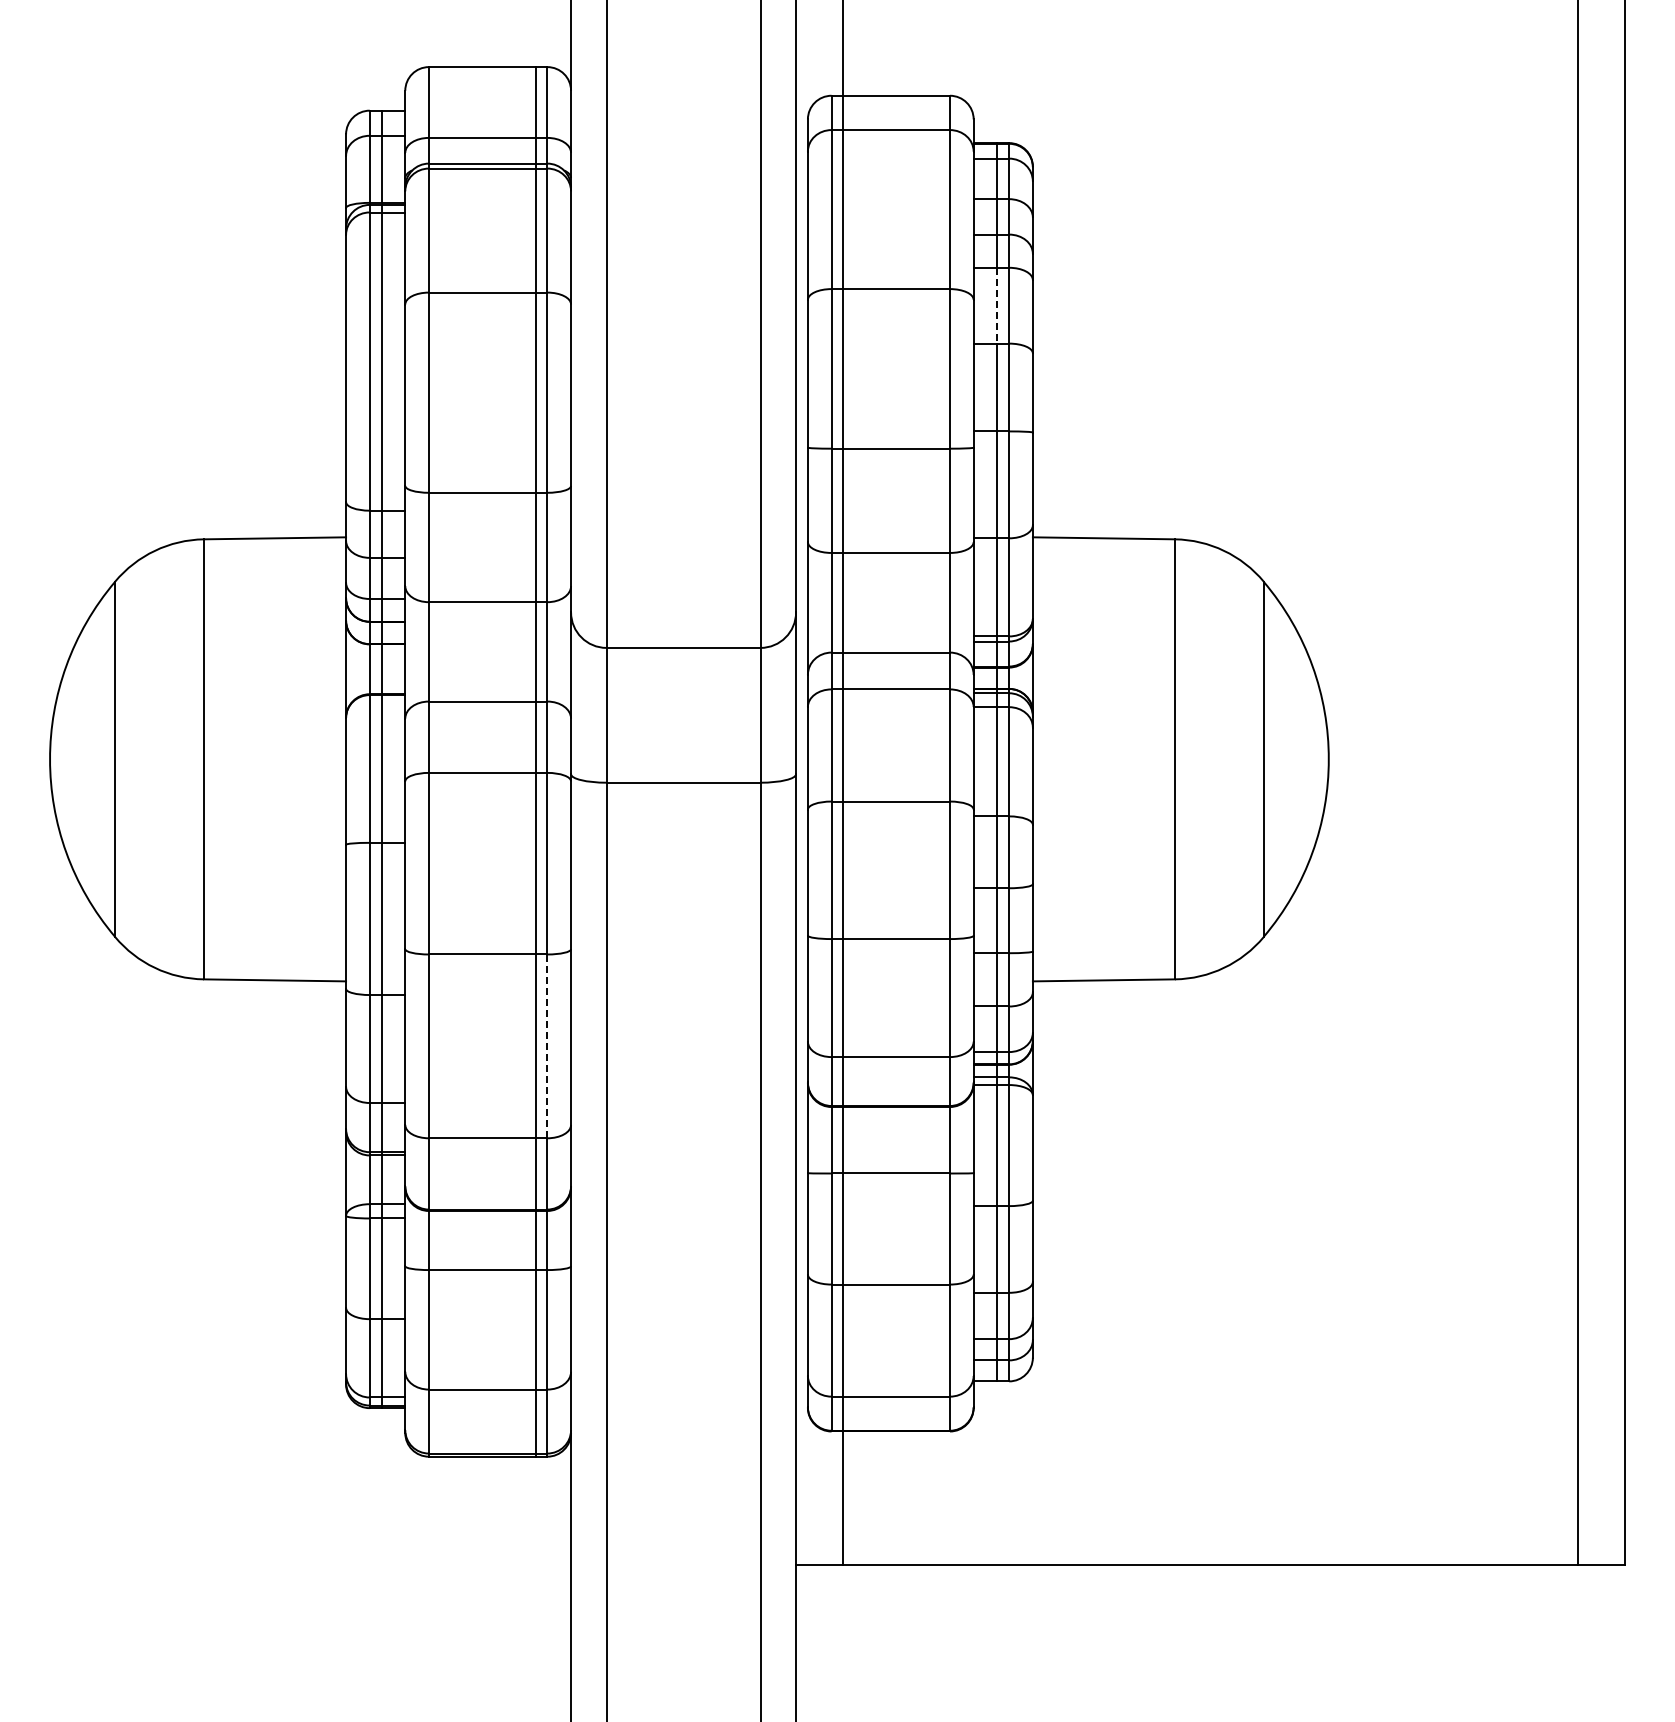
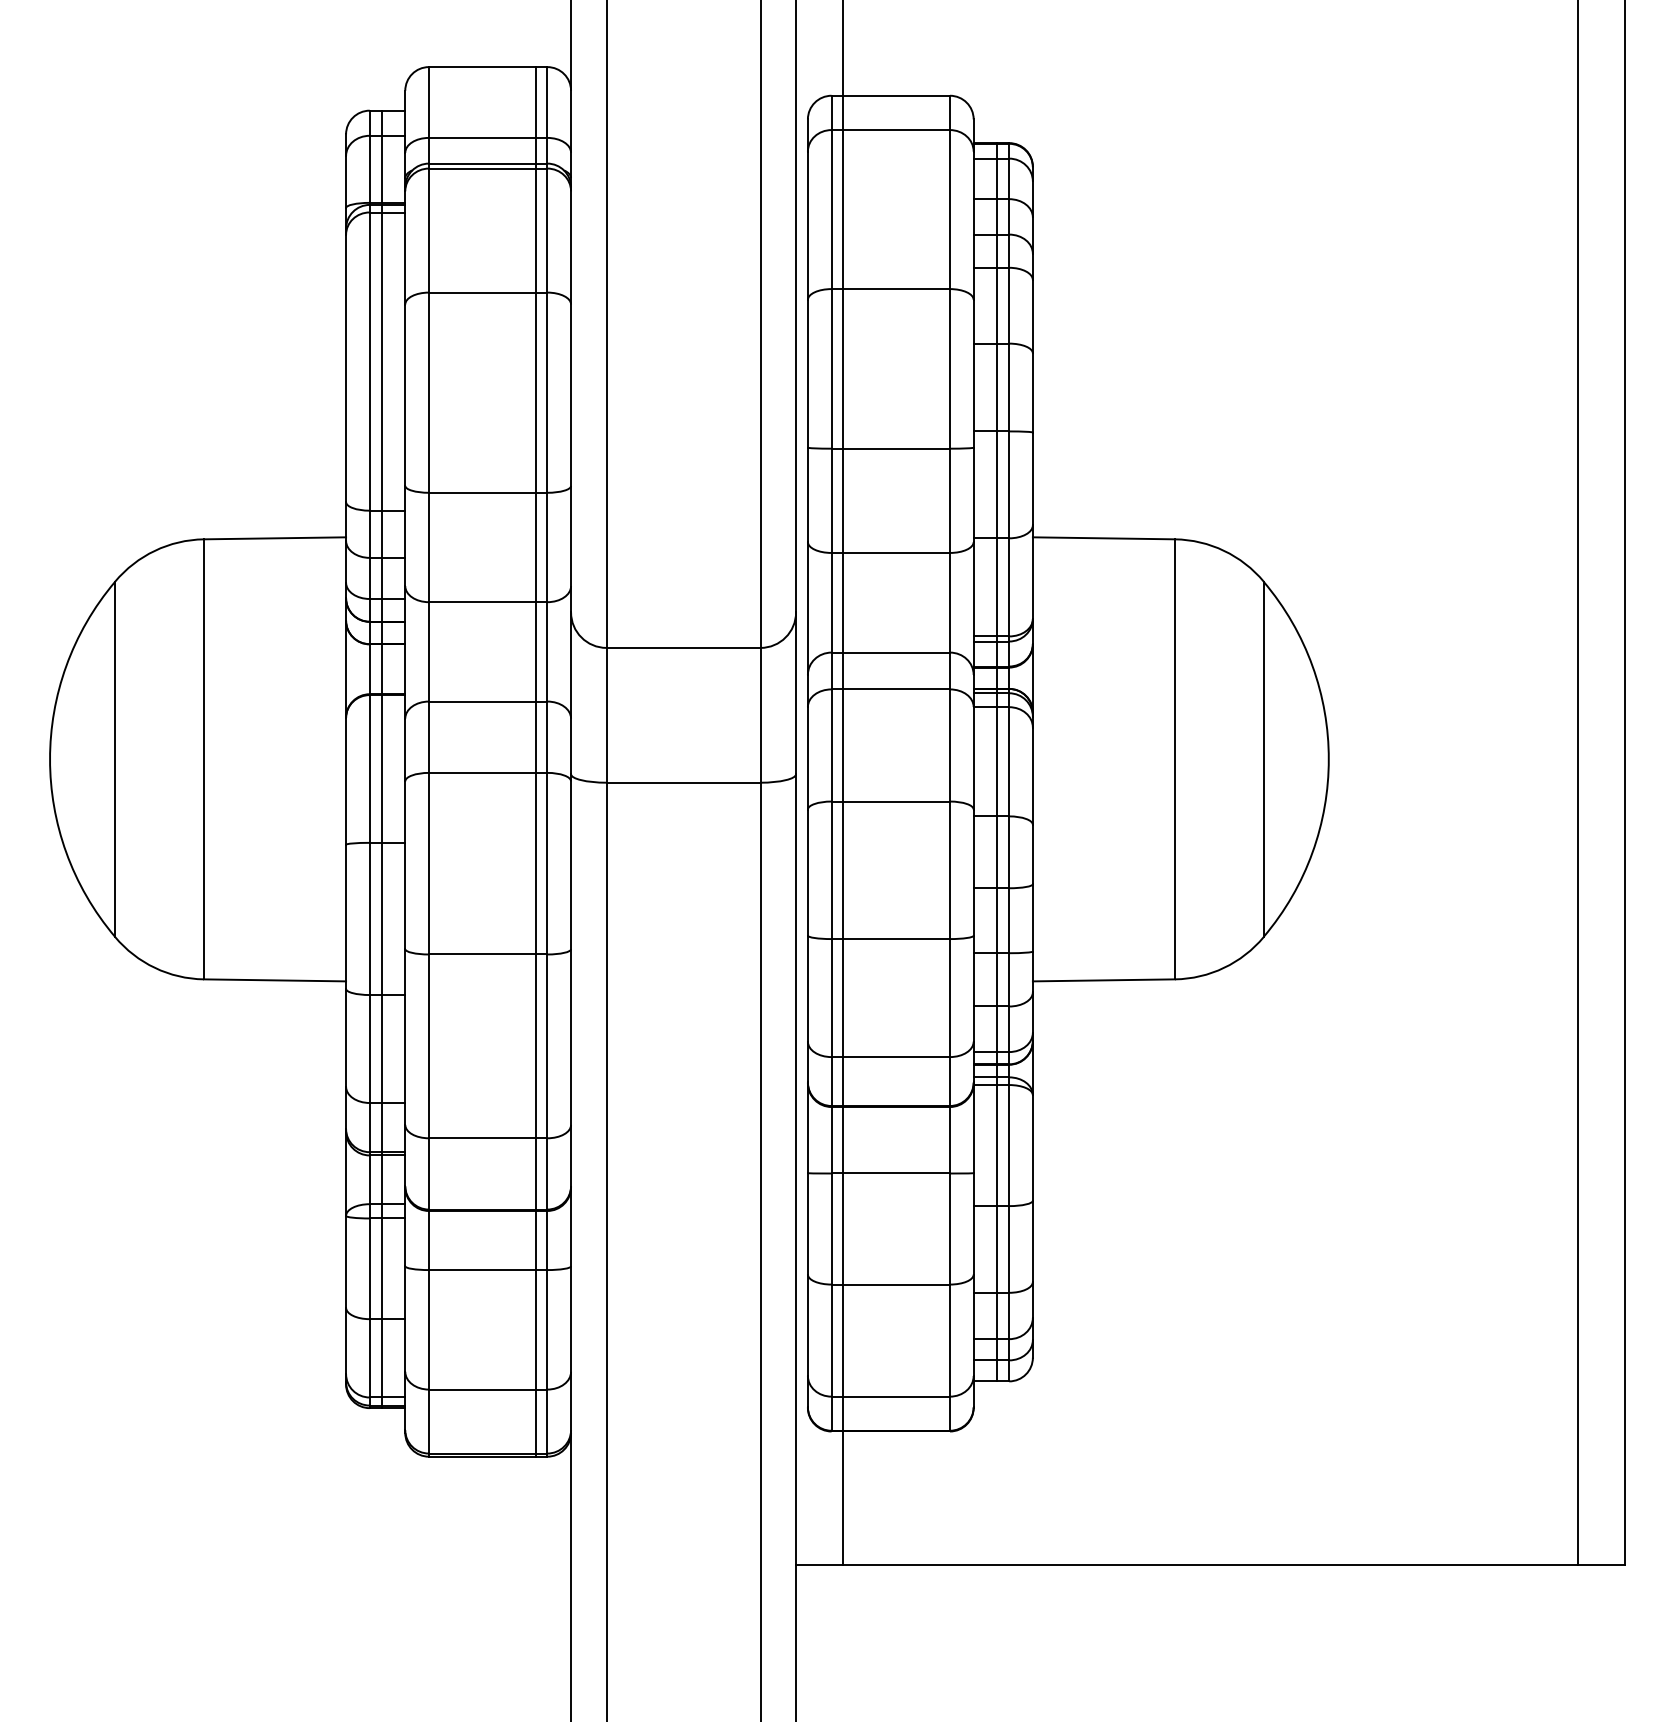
line at (997, 305): dashed -> solid
line at (547, 1045): dashed -> solid
